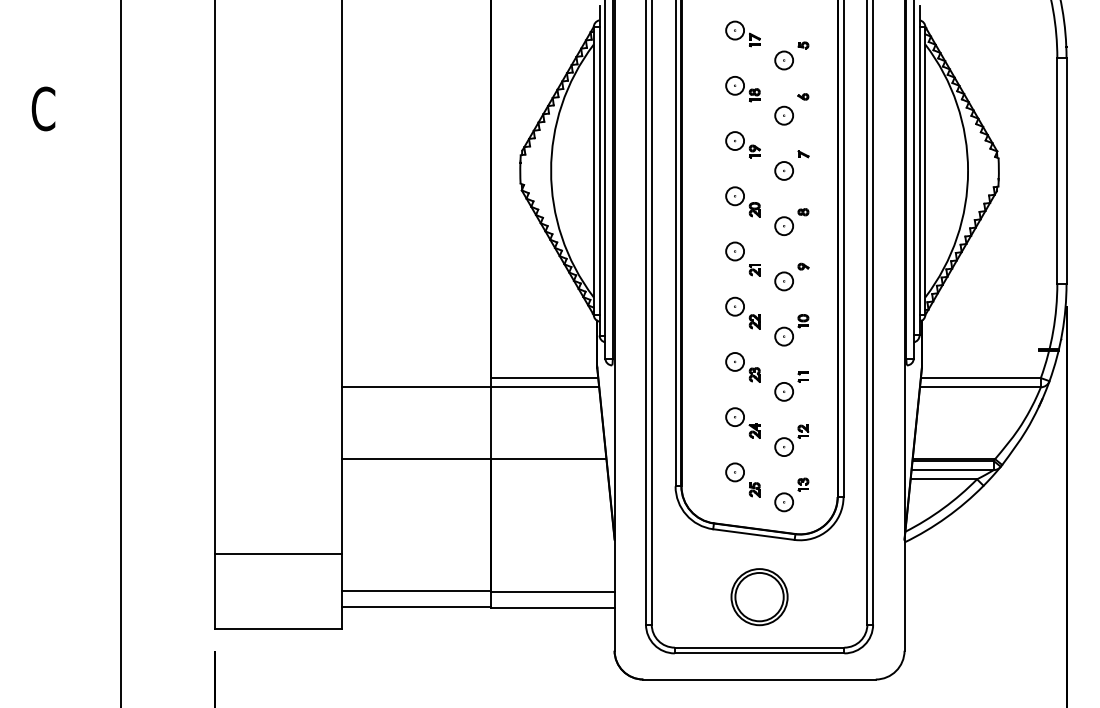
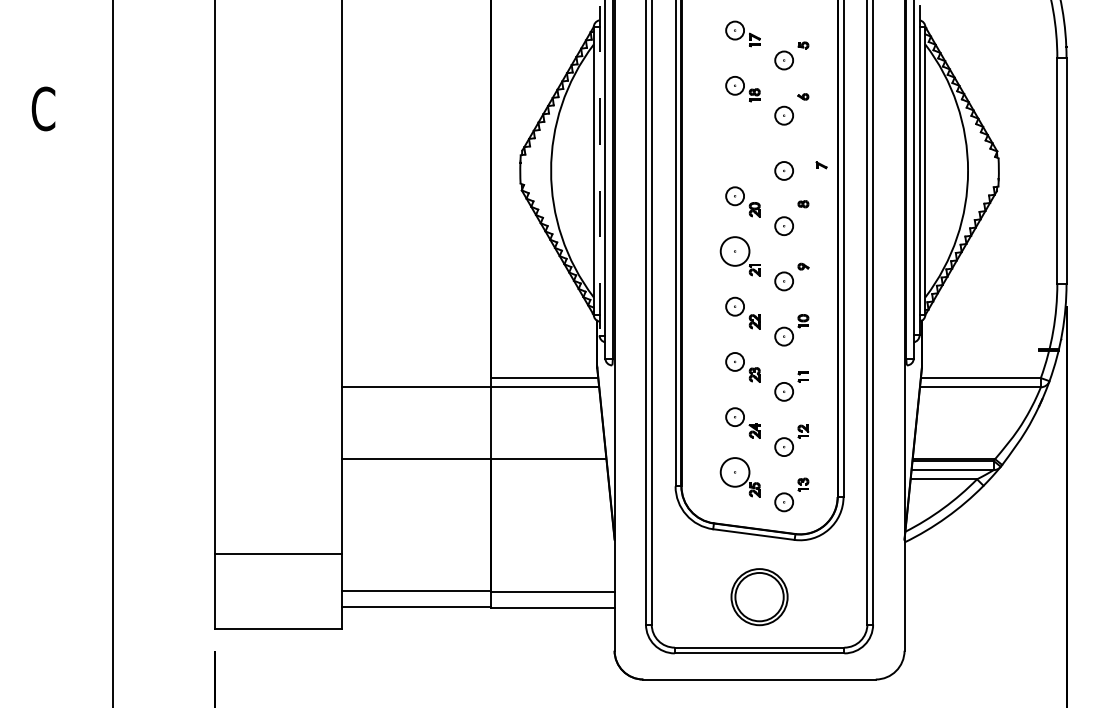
part at (742, 144): present -> none
part at (803, 154) position: (803, 154) -> (821, 165)
line at (599, 170): solid -> dashed
part at (803, 212) position: (803, 212) -> (803, 204)
circle at (735, 251) diameter: 18 px -> 29 px
line at (121, 353) position: (121, 353) -> (113, 353)
circle at (735, 472) diameter: 18 px -> 29 px
